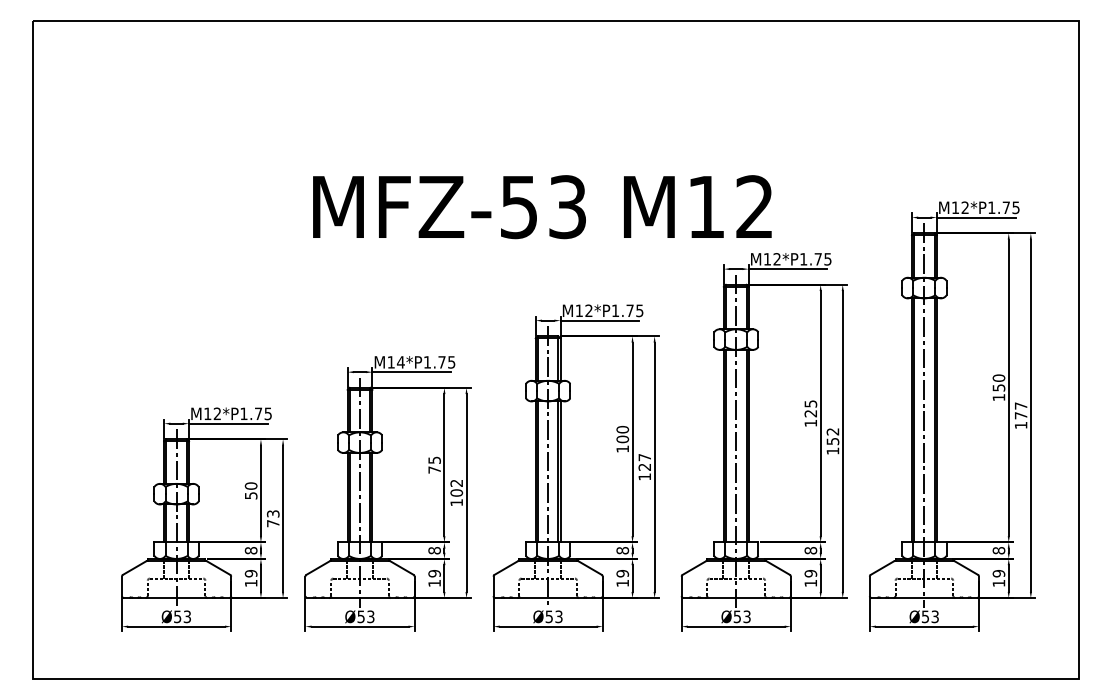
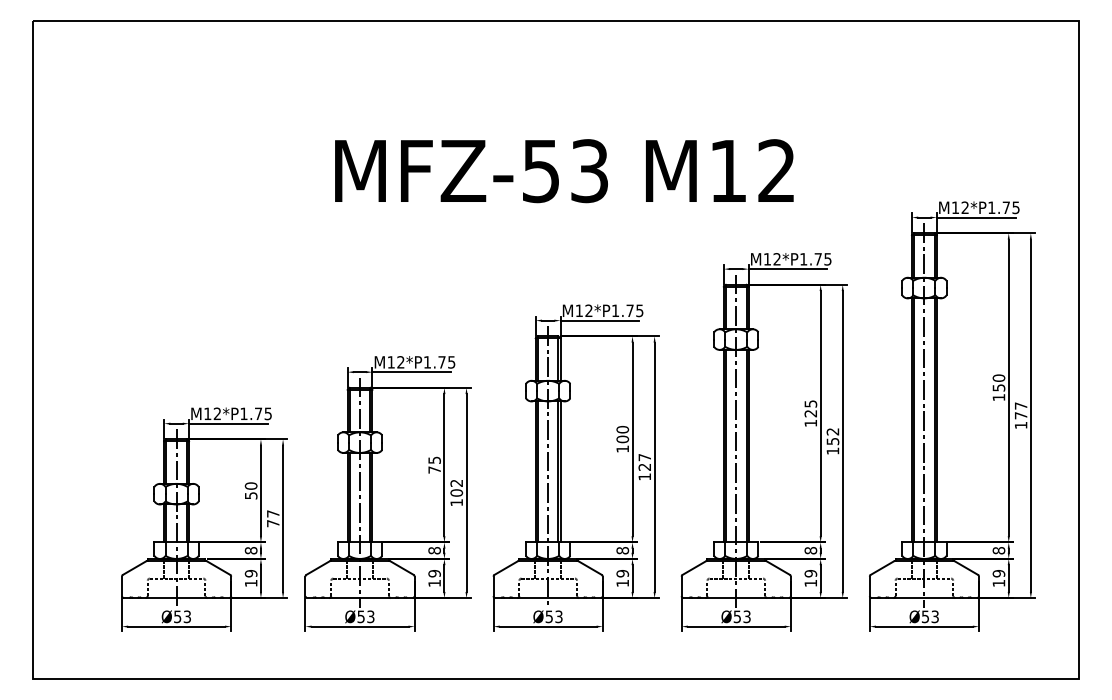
text at (542, 207) position: (542, 207) -> (564, 171)
text at (400, 362): M14*P1.75 -> M12*P1.75
text at (272, 513): 73 -> 77
